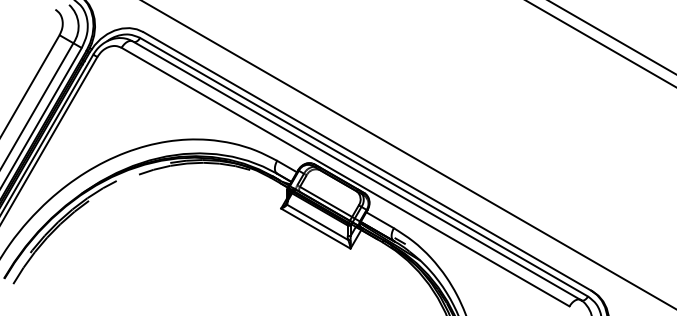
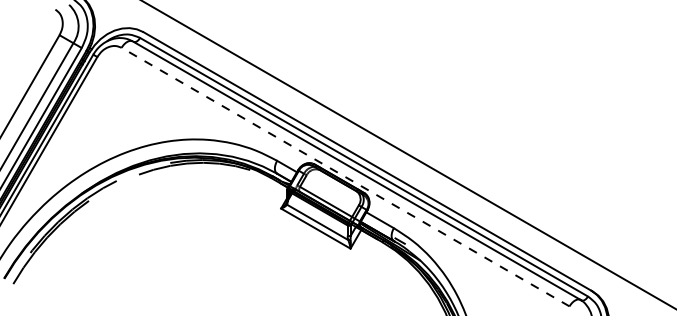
line at (612, 37): present -> none
line at (600, 43): present -> none
line at (345, 177): solid -> dashed
